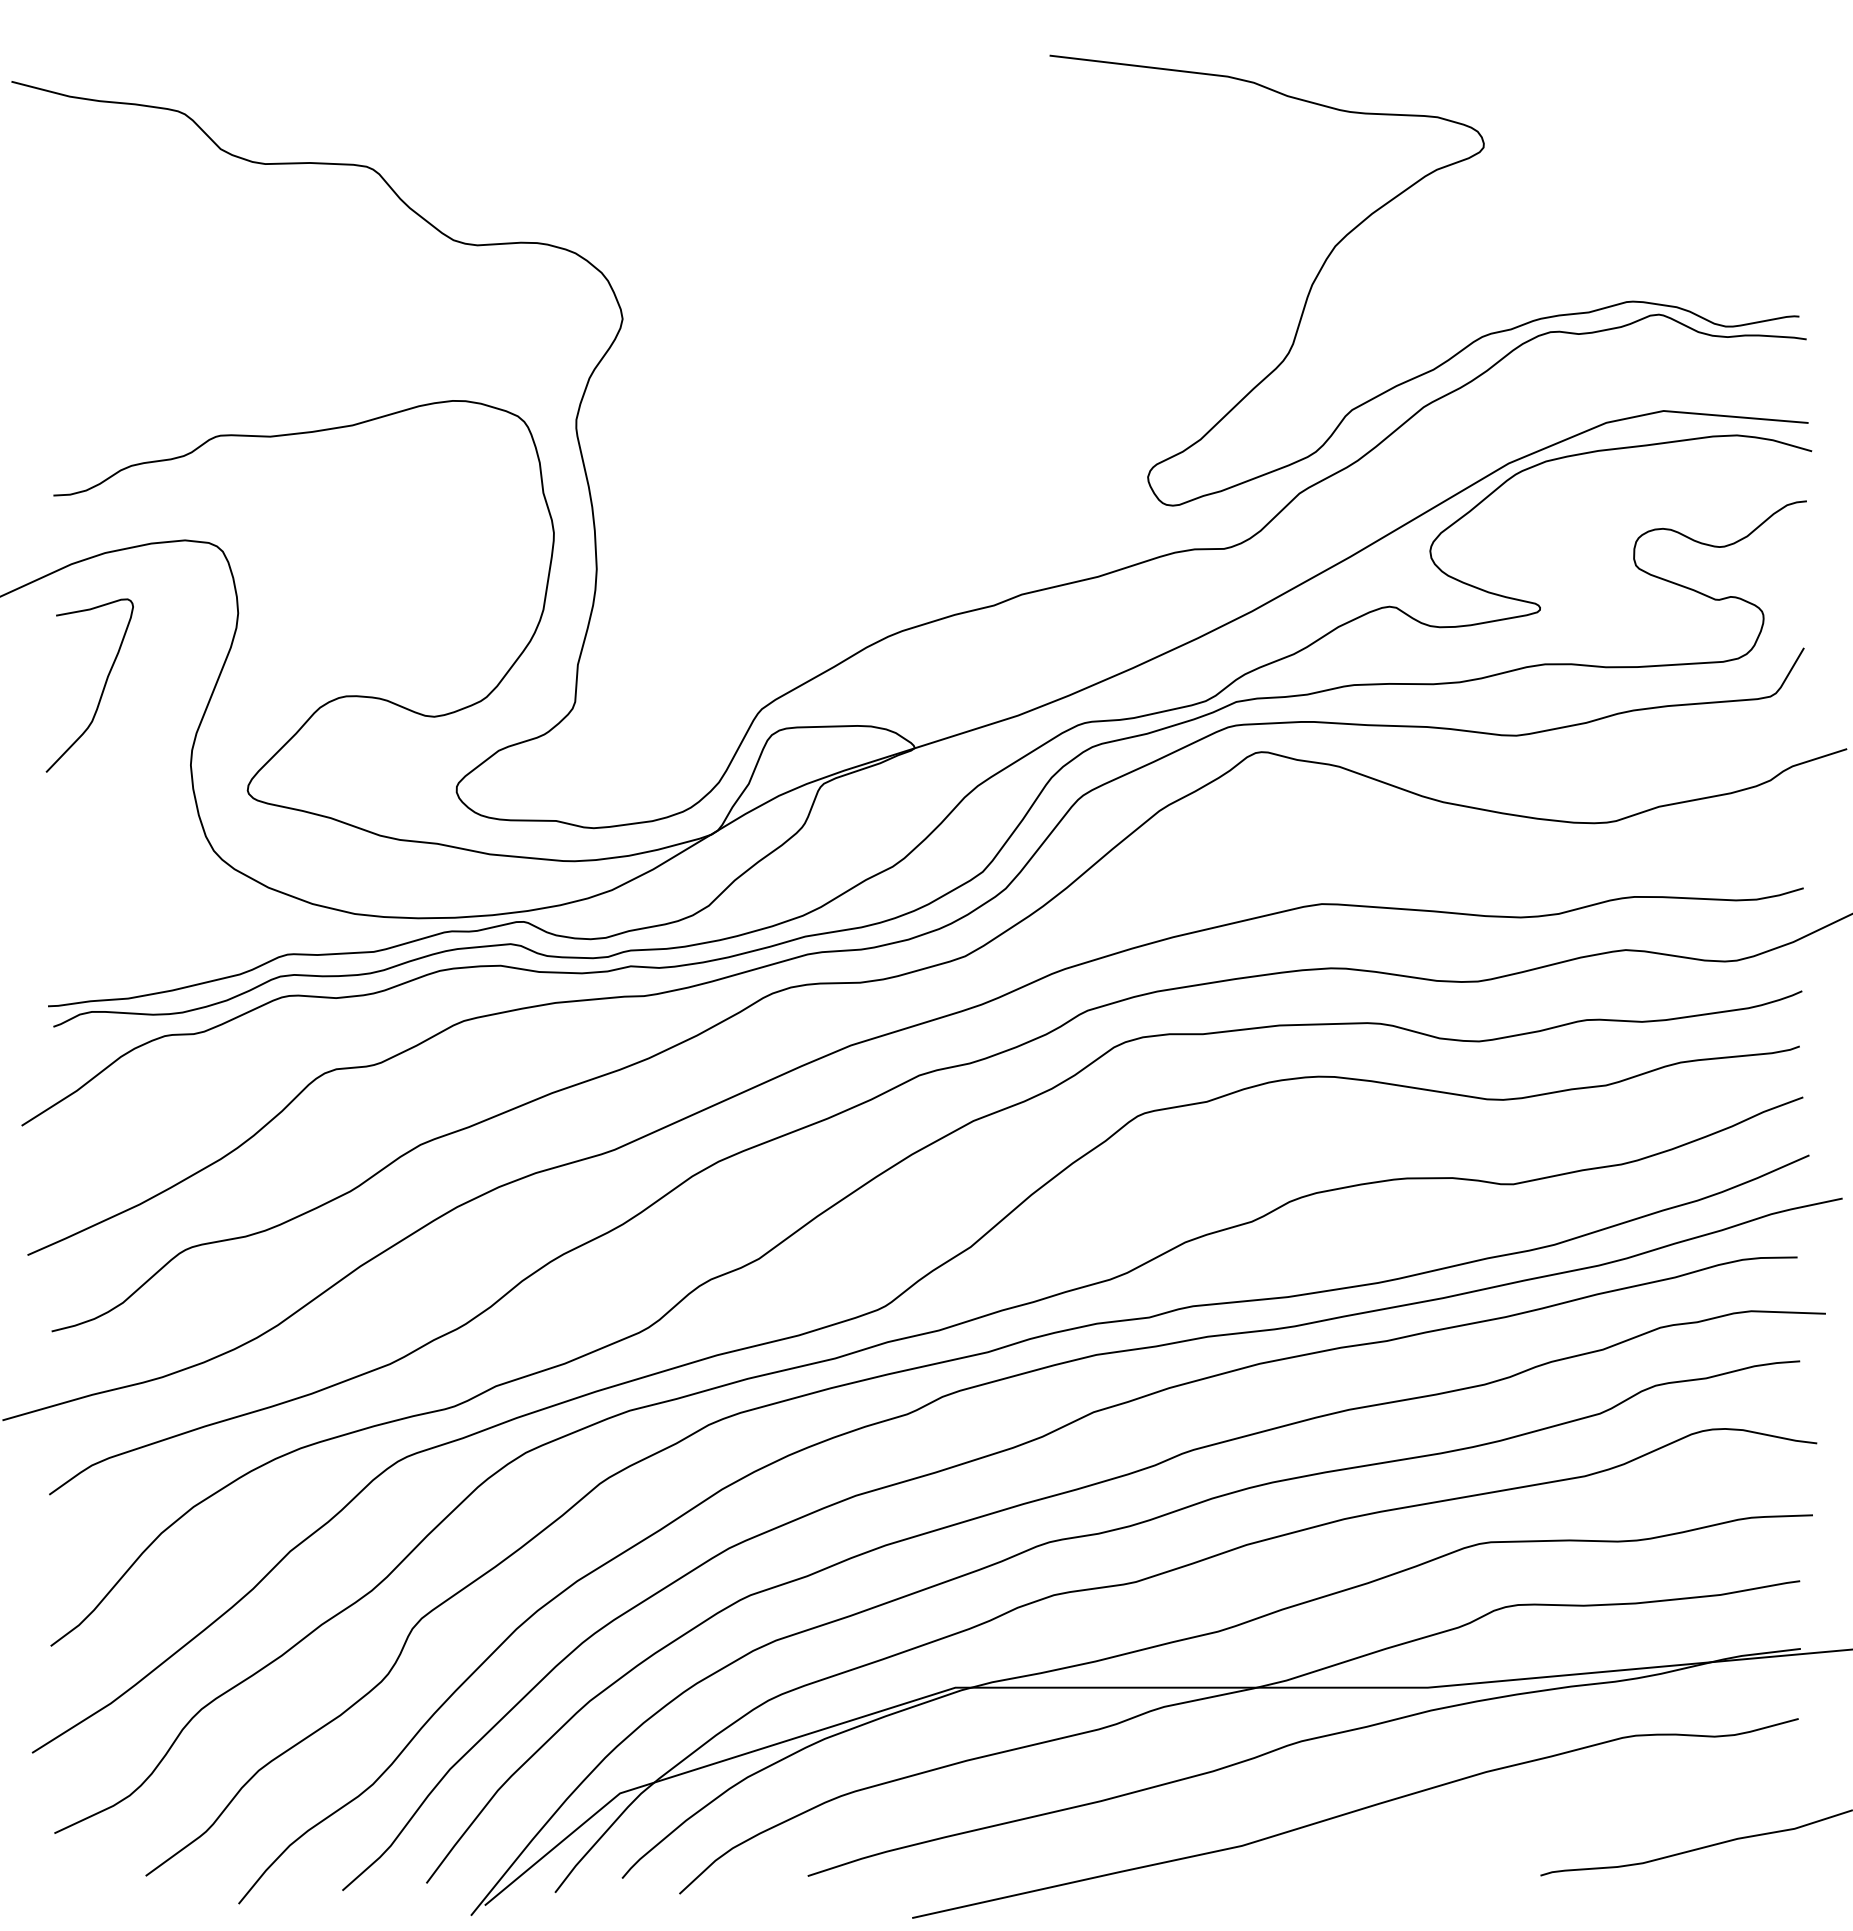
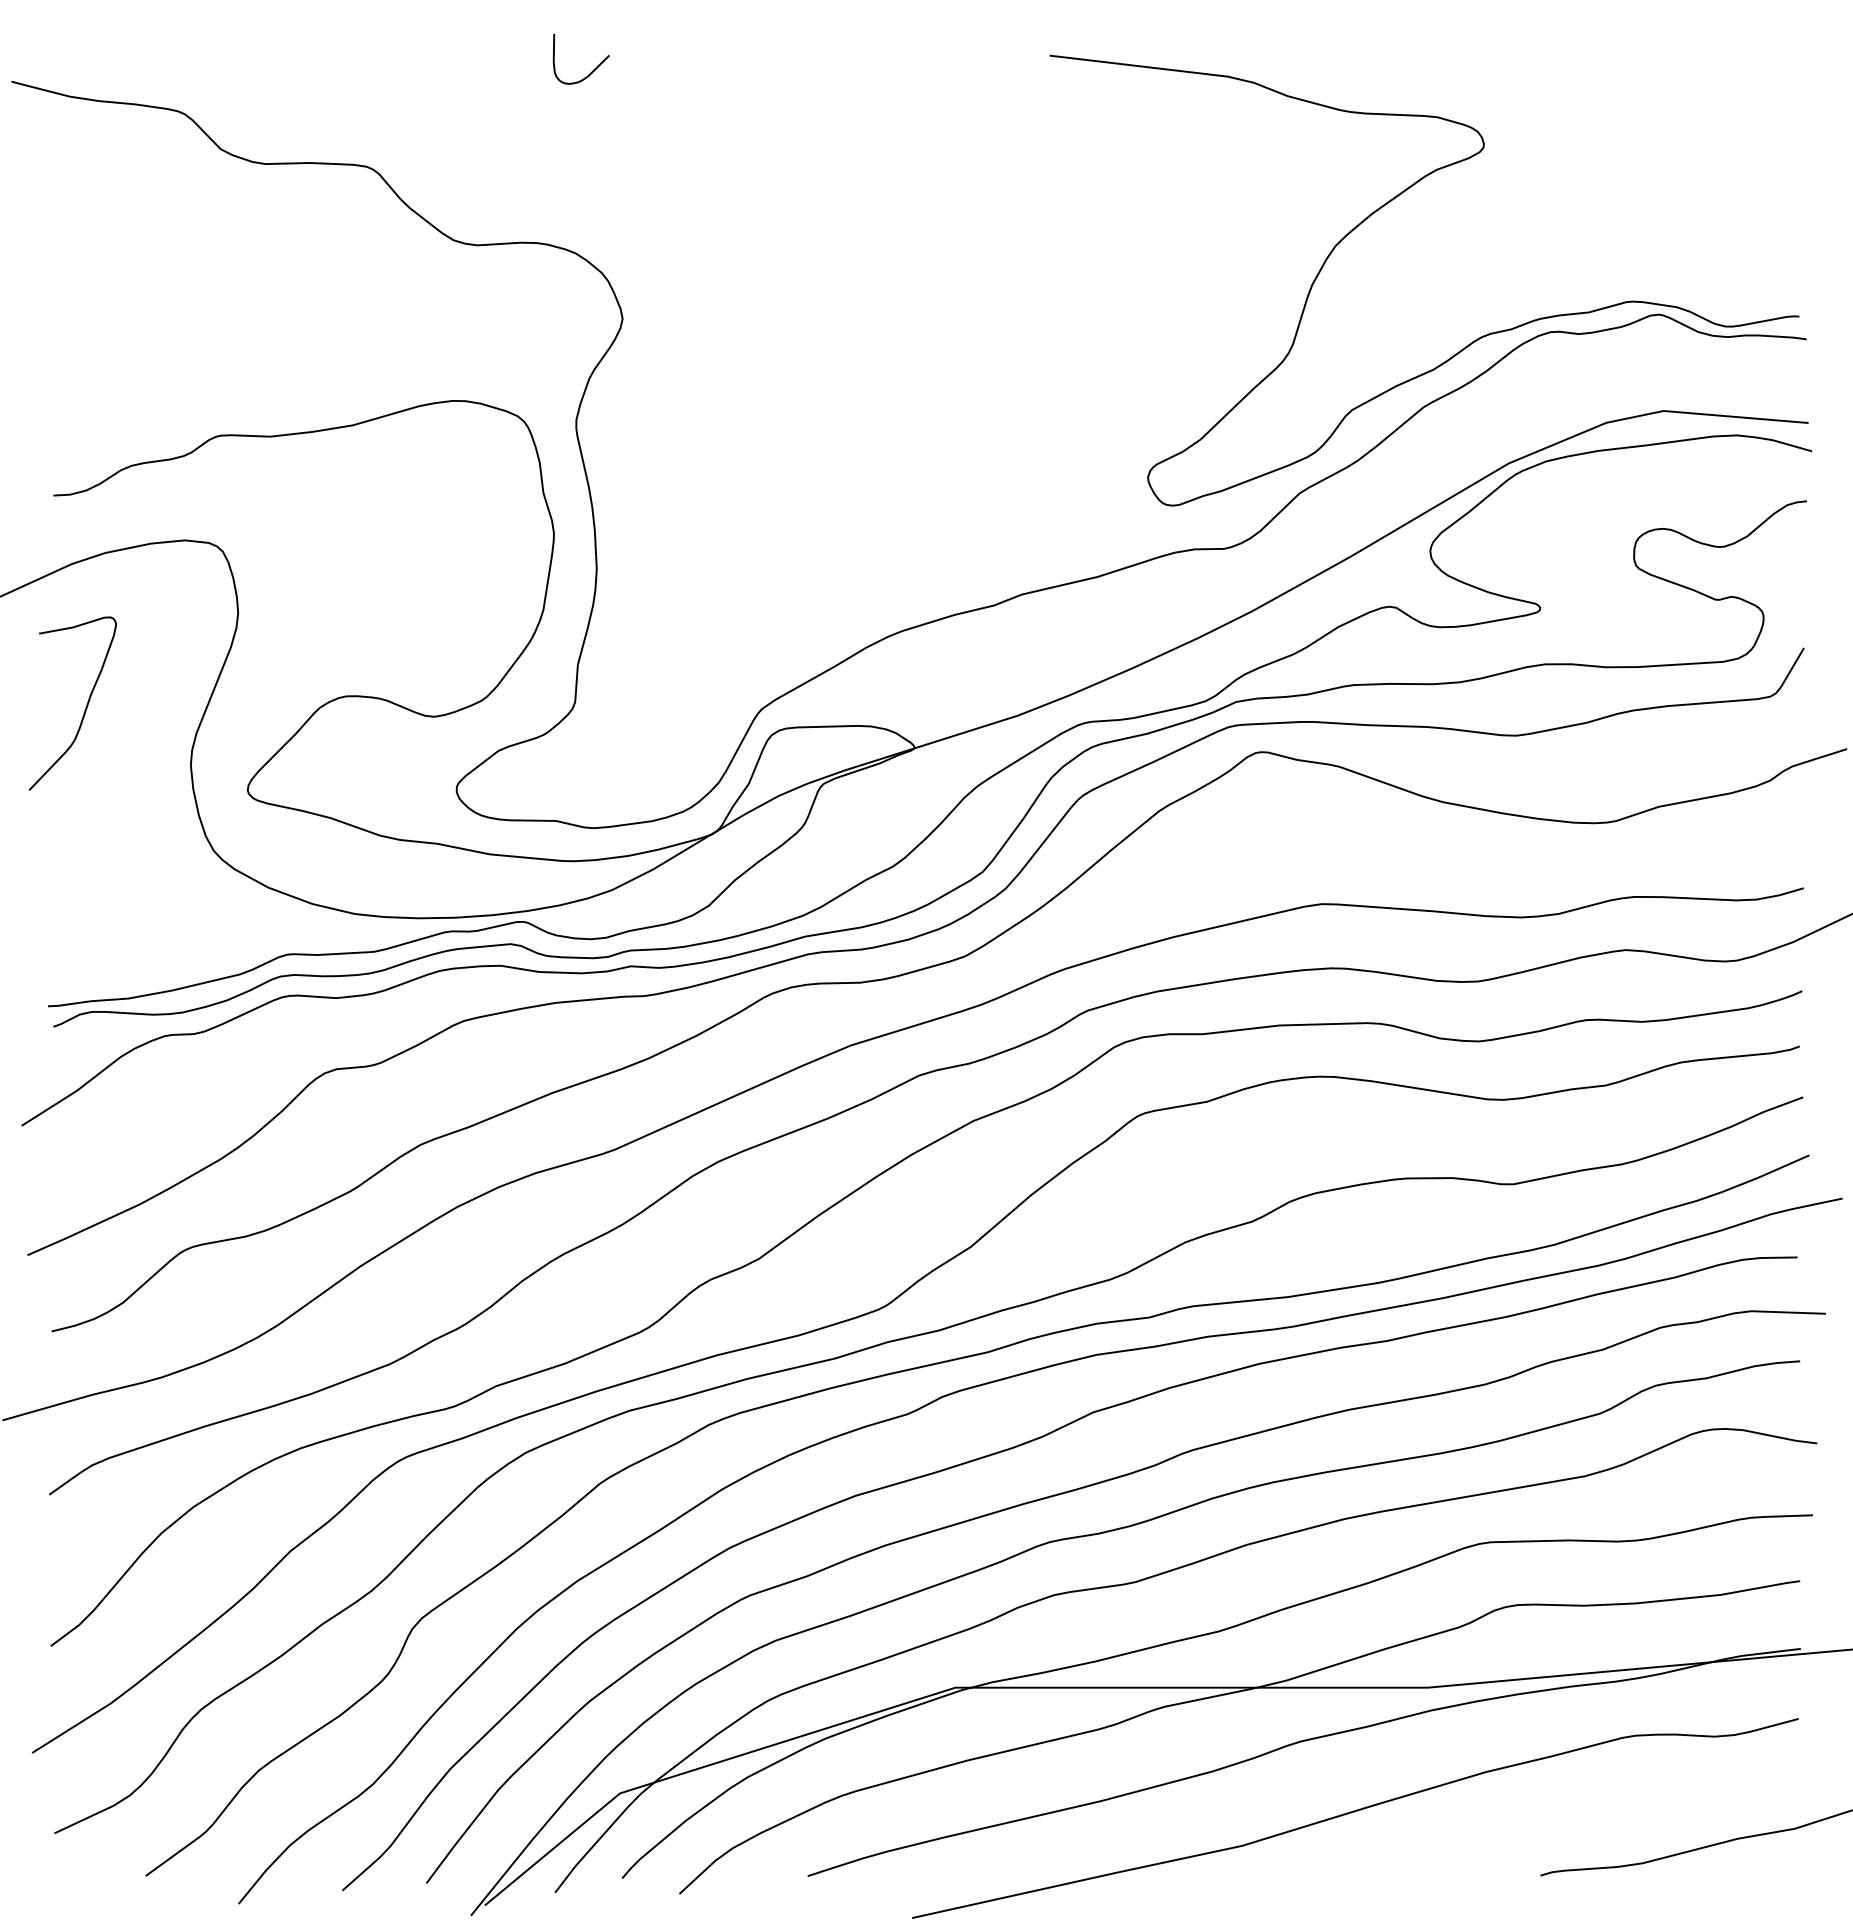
curve at (592, 70): none -> present
curve at (102, 689) position: (102, 689) -> (85, 707)
